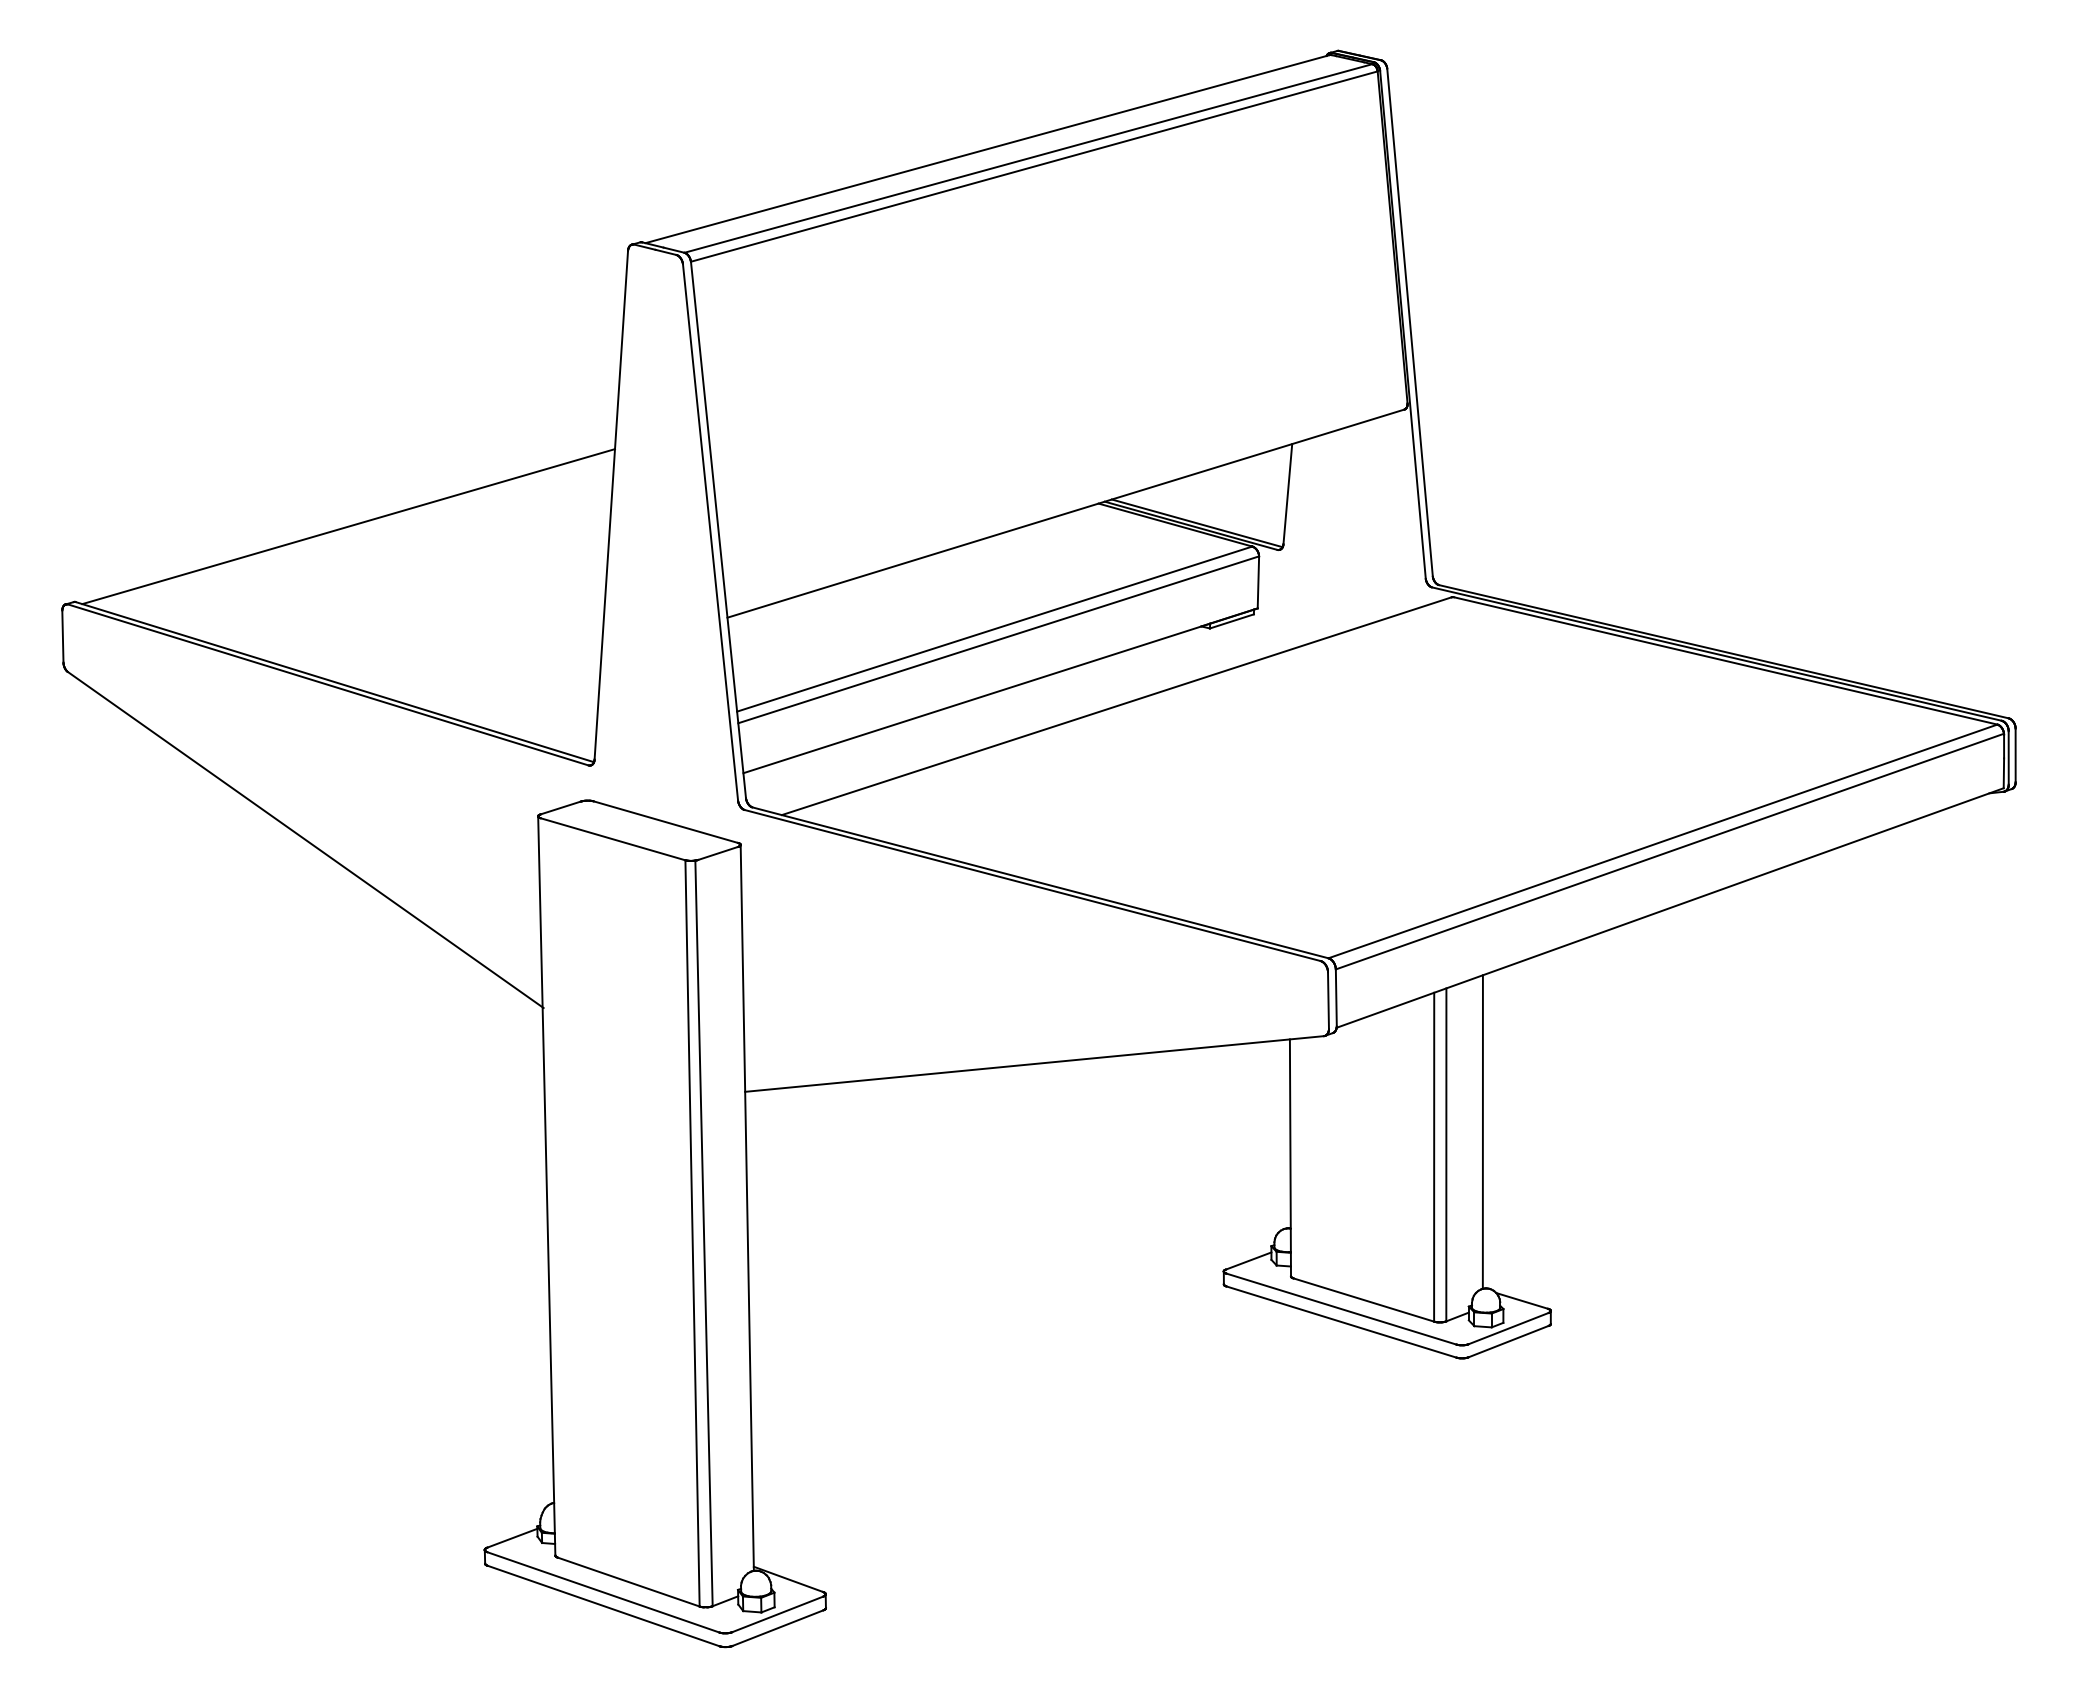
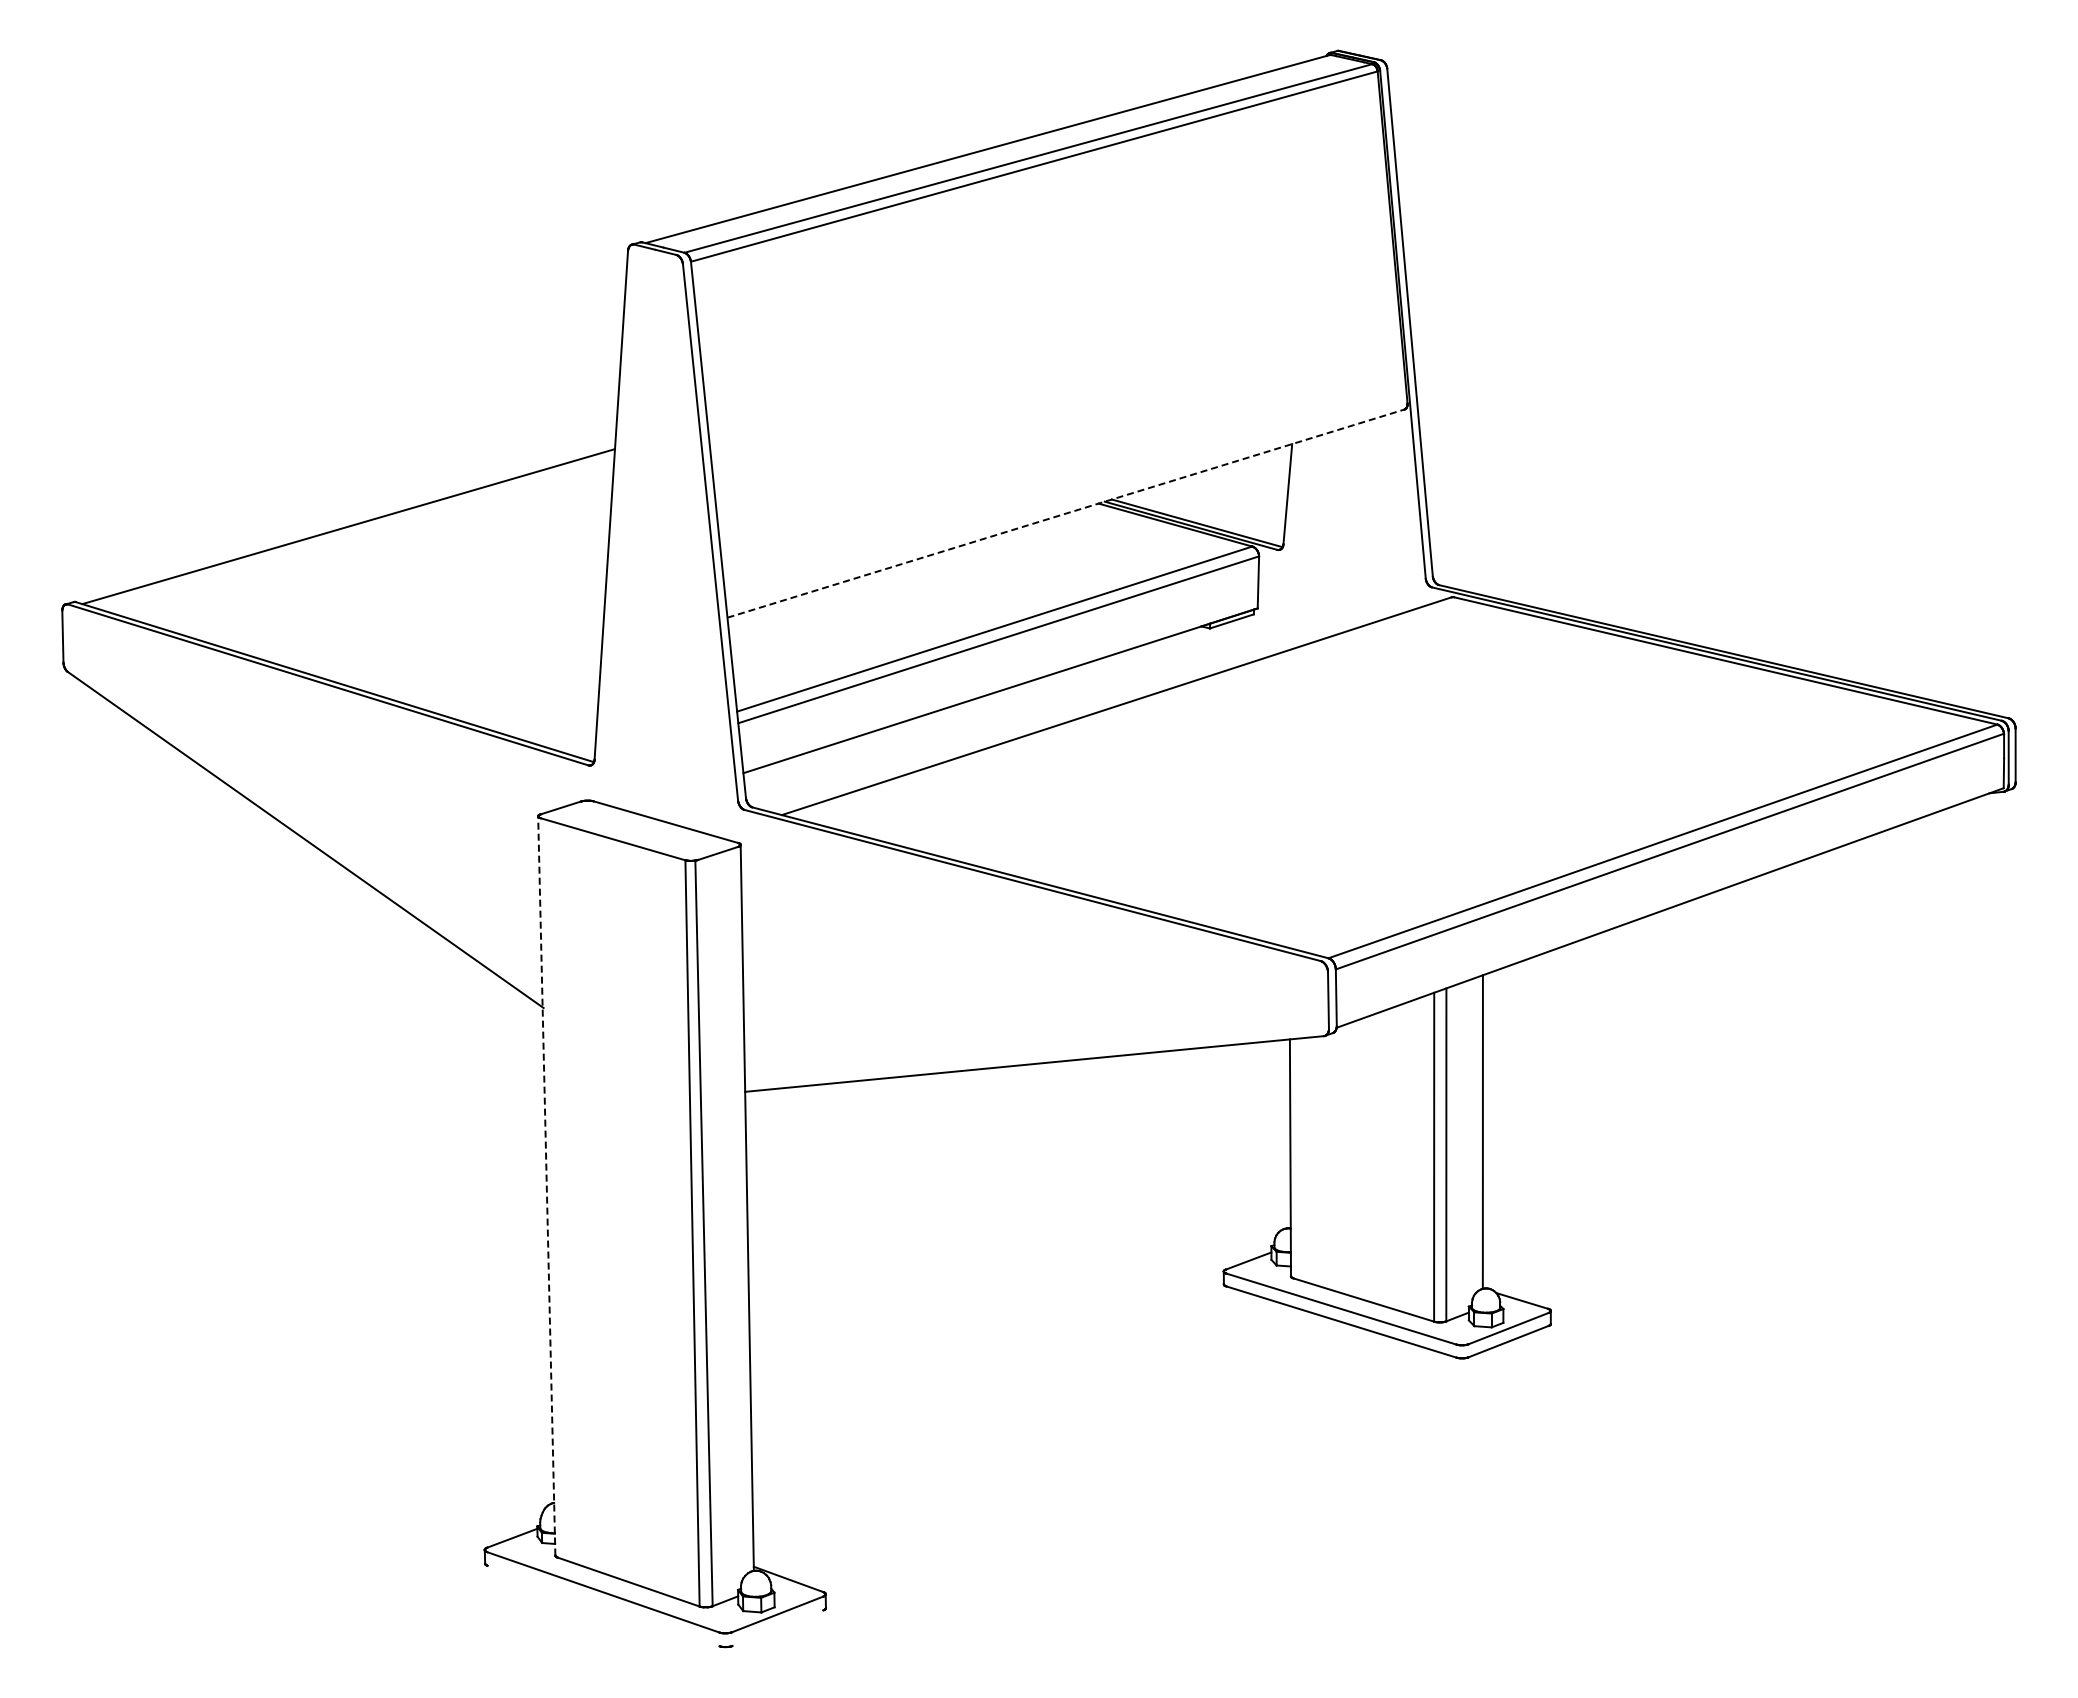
line at (1066, 513): solid -> dashed
line at (546, 1185): solid -> dashed
line at (603, 1605): present -> none
line at (777, 1627): present -> none
